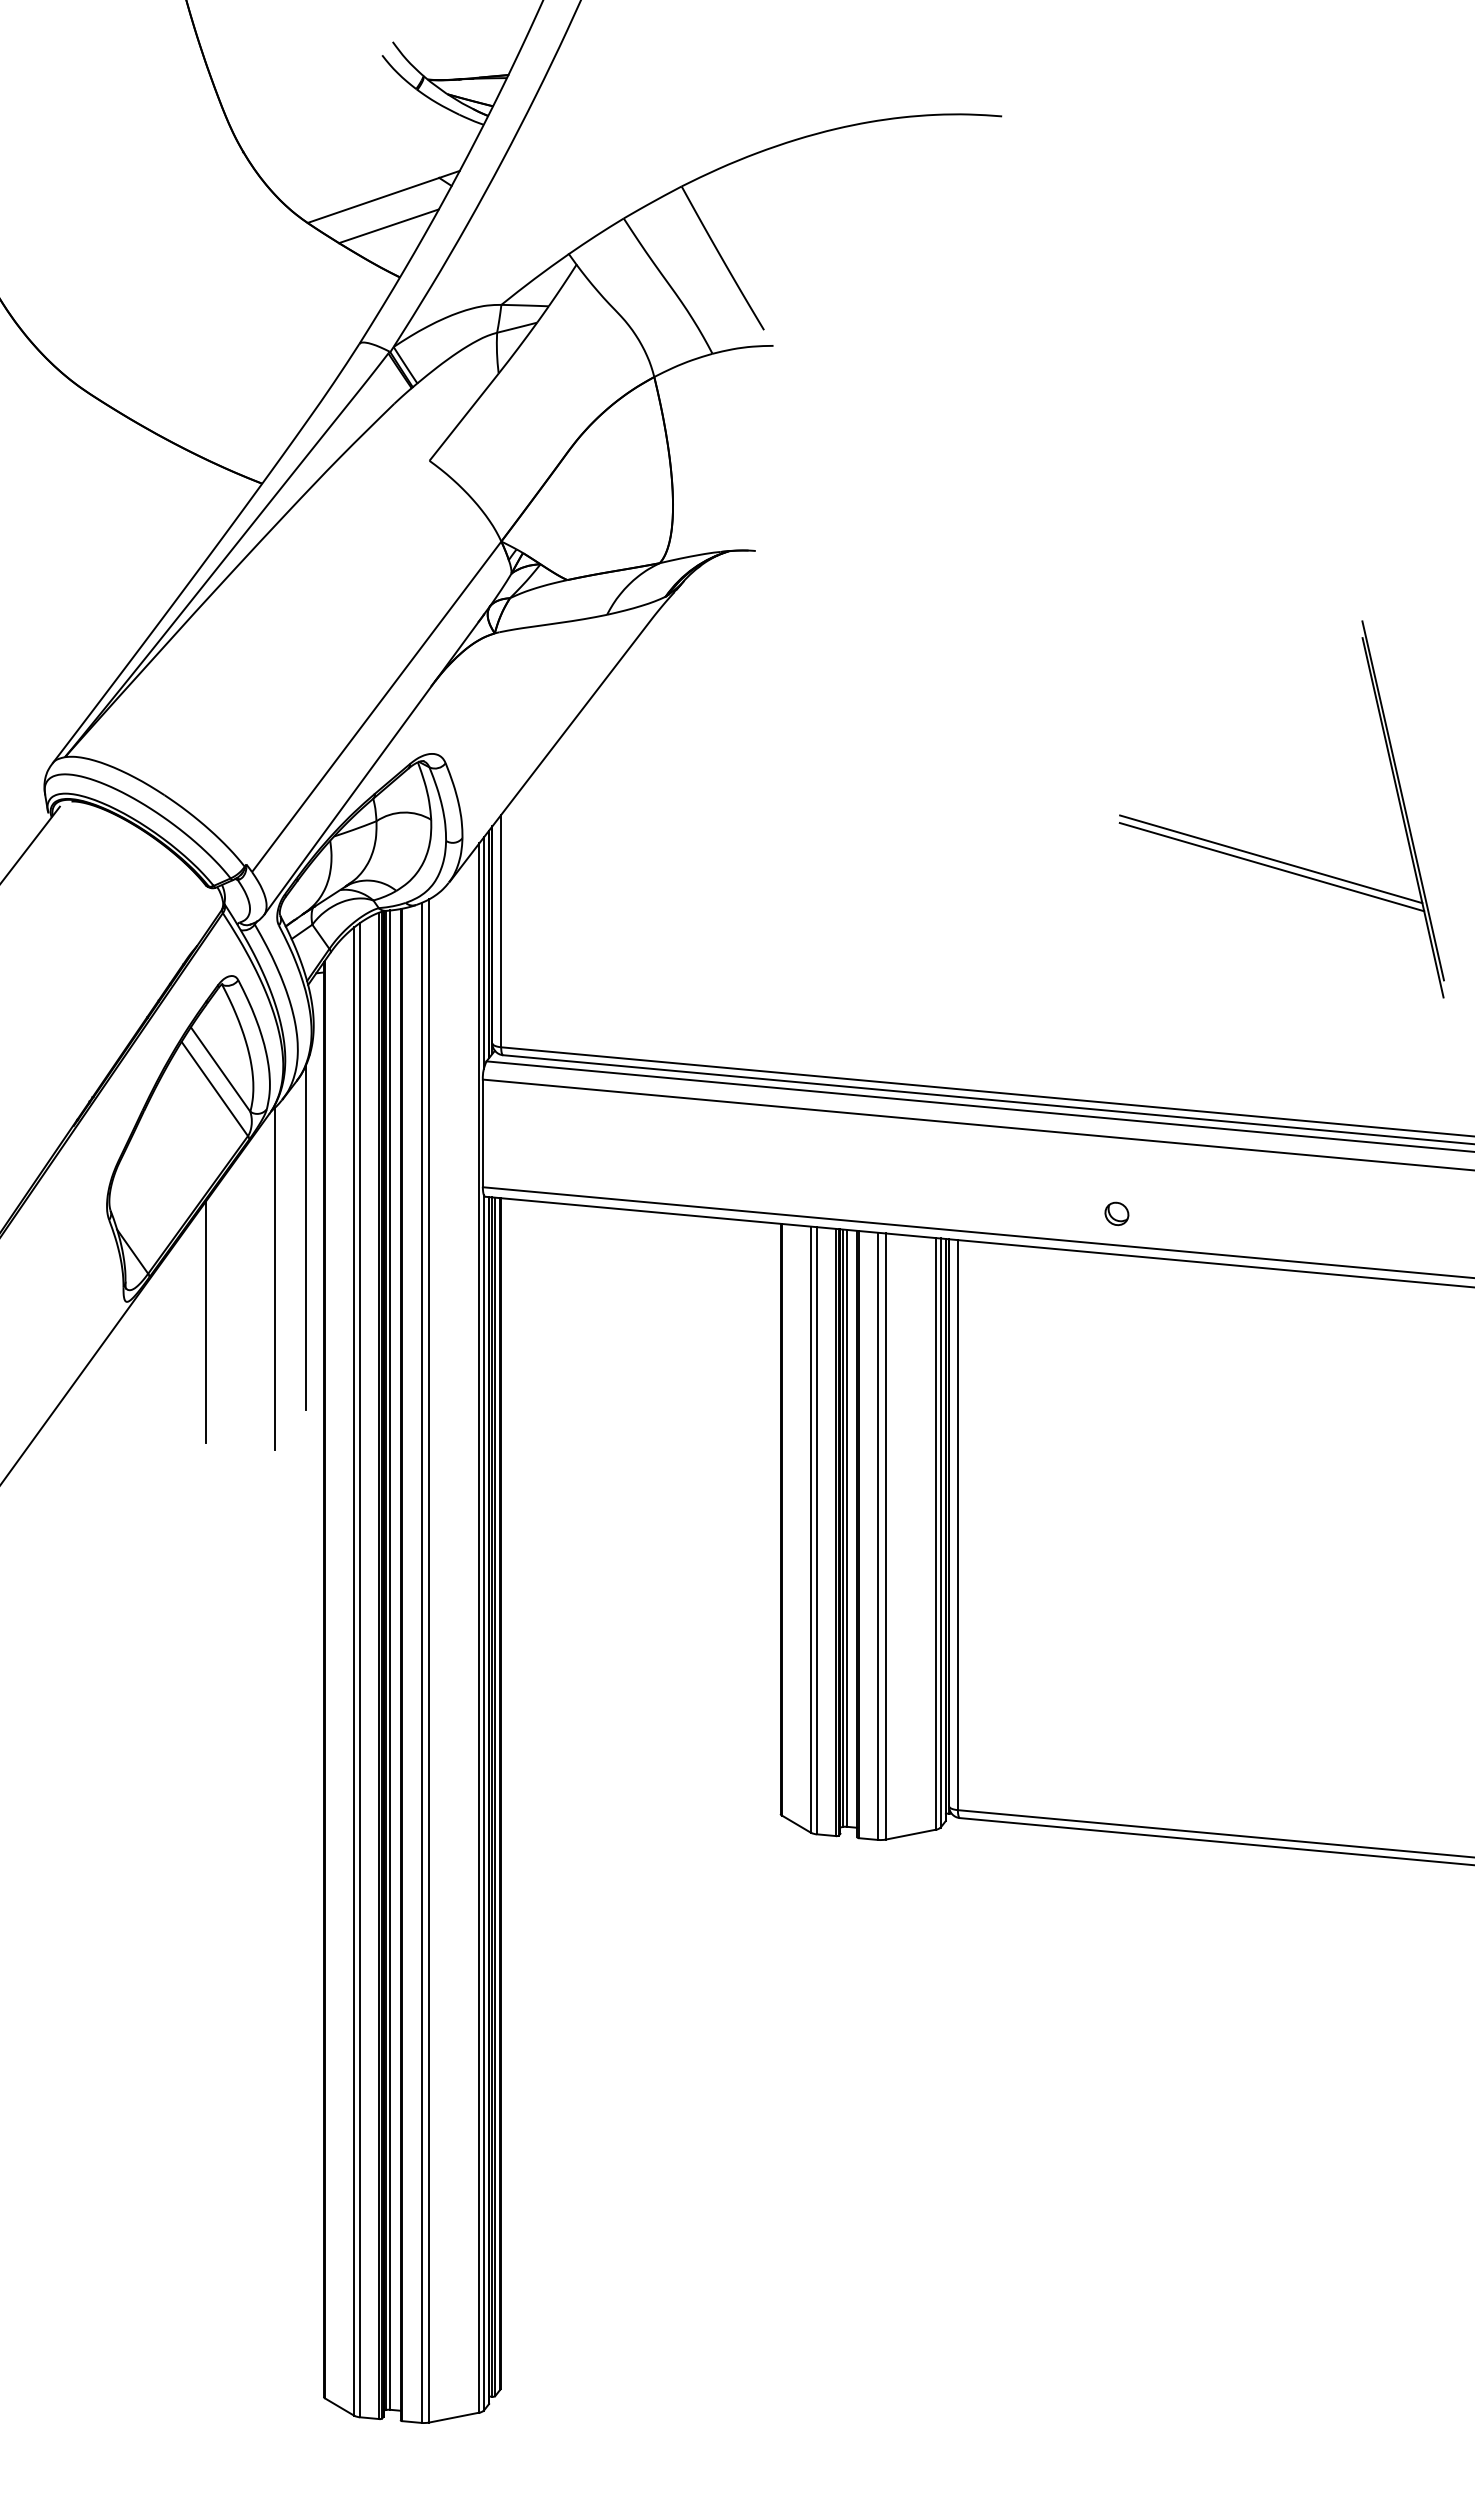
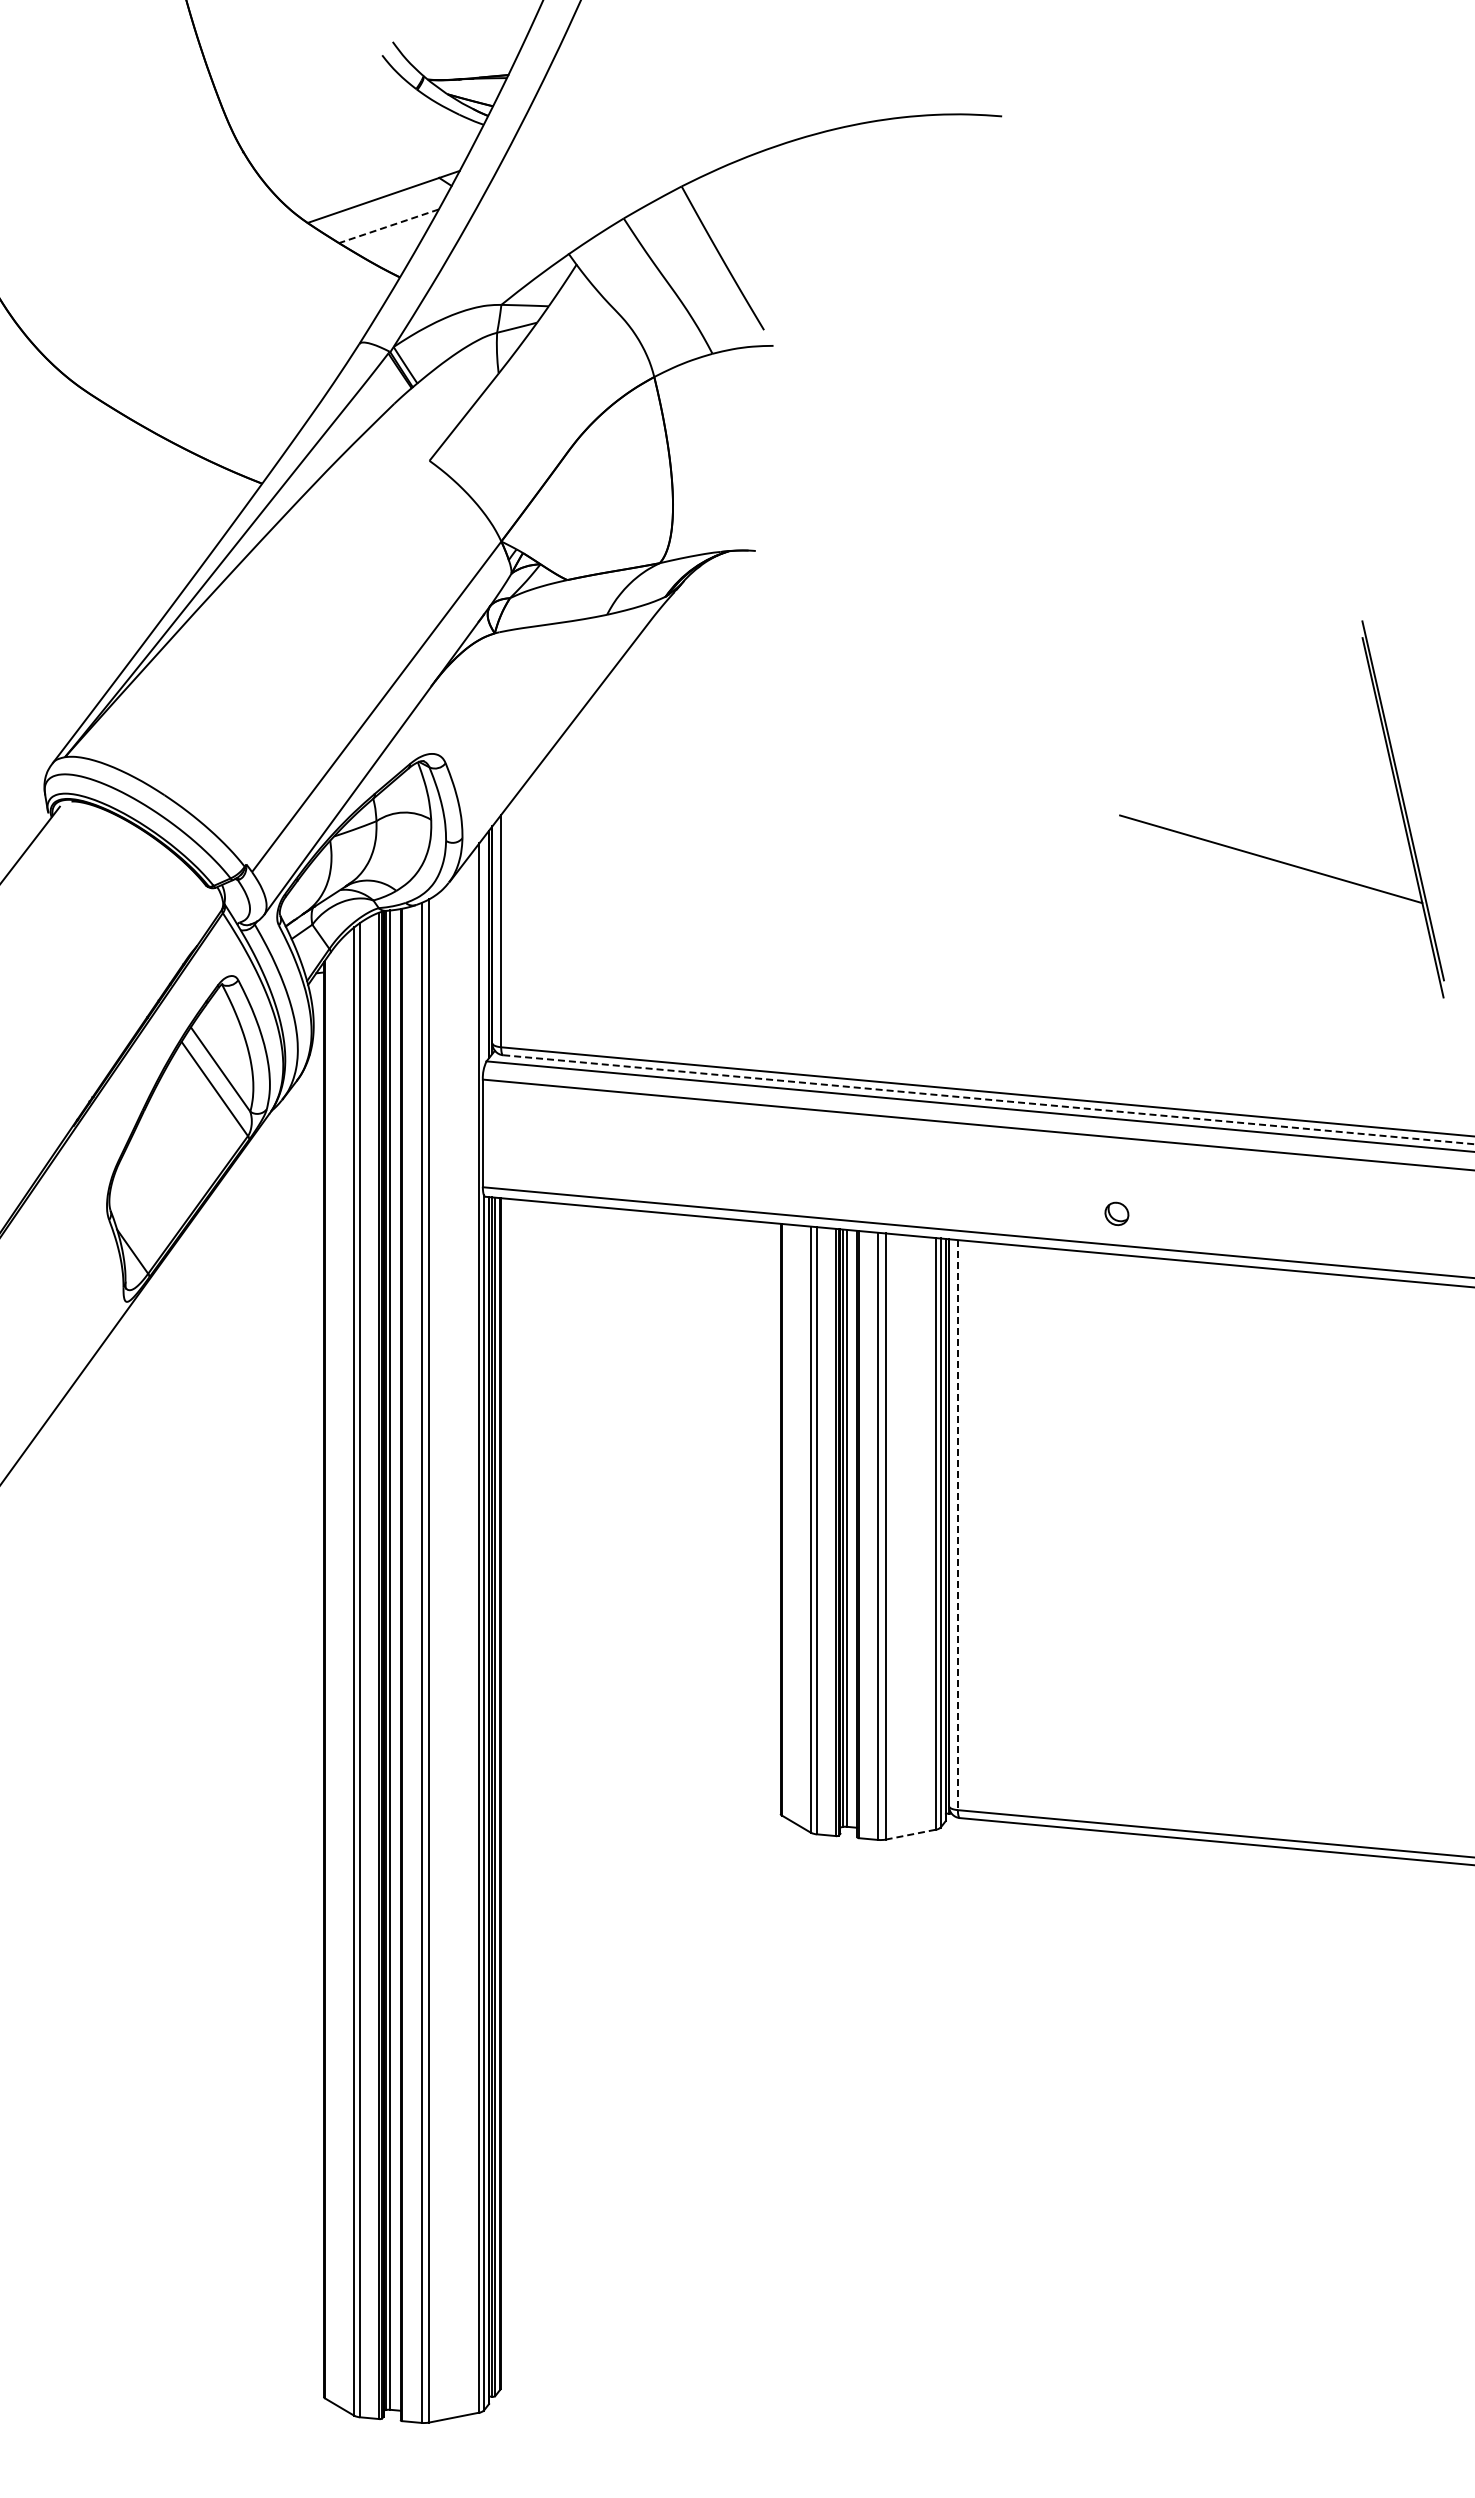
line at (388, 226): solid -> dashed
line at (1271, 867): present -> none
line at (483, 952): present -> none
line at (988, 1099): solid -> dashed
line at (305, 1237): present -> none
line at (274, 1278): present -> none
line at (205, 1322): present -> none
line at (957, 1525): solid -> dashed
line at (910, 1834): solid -> dashed
